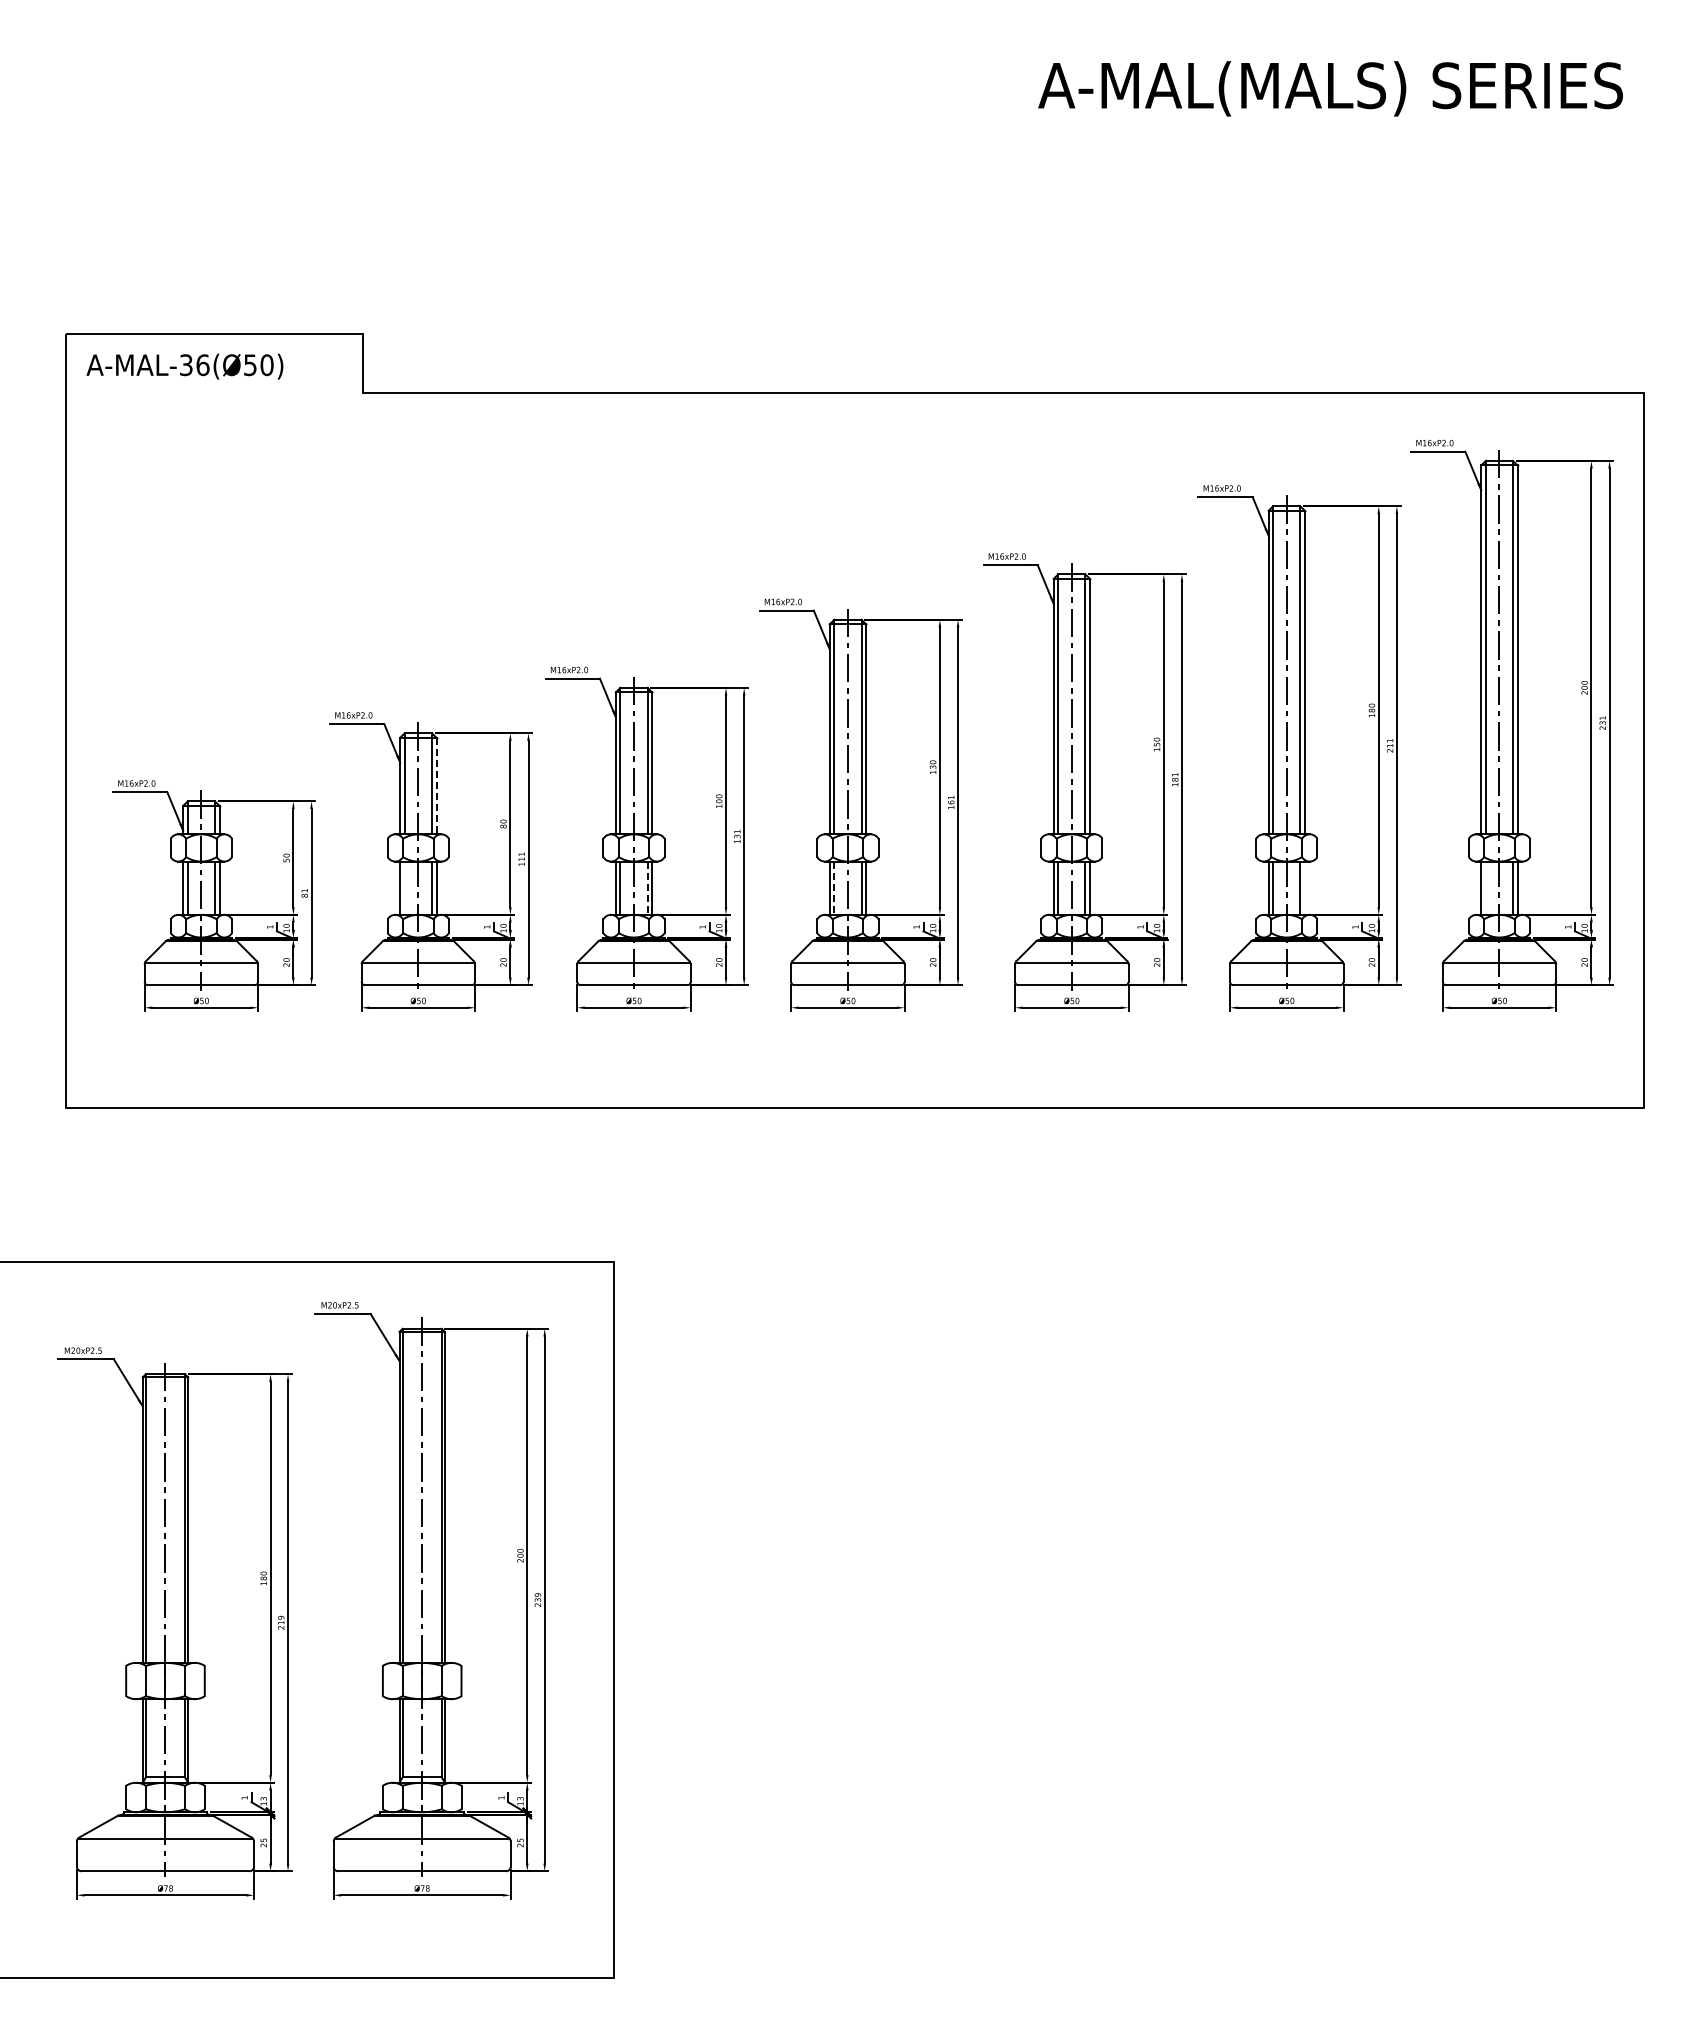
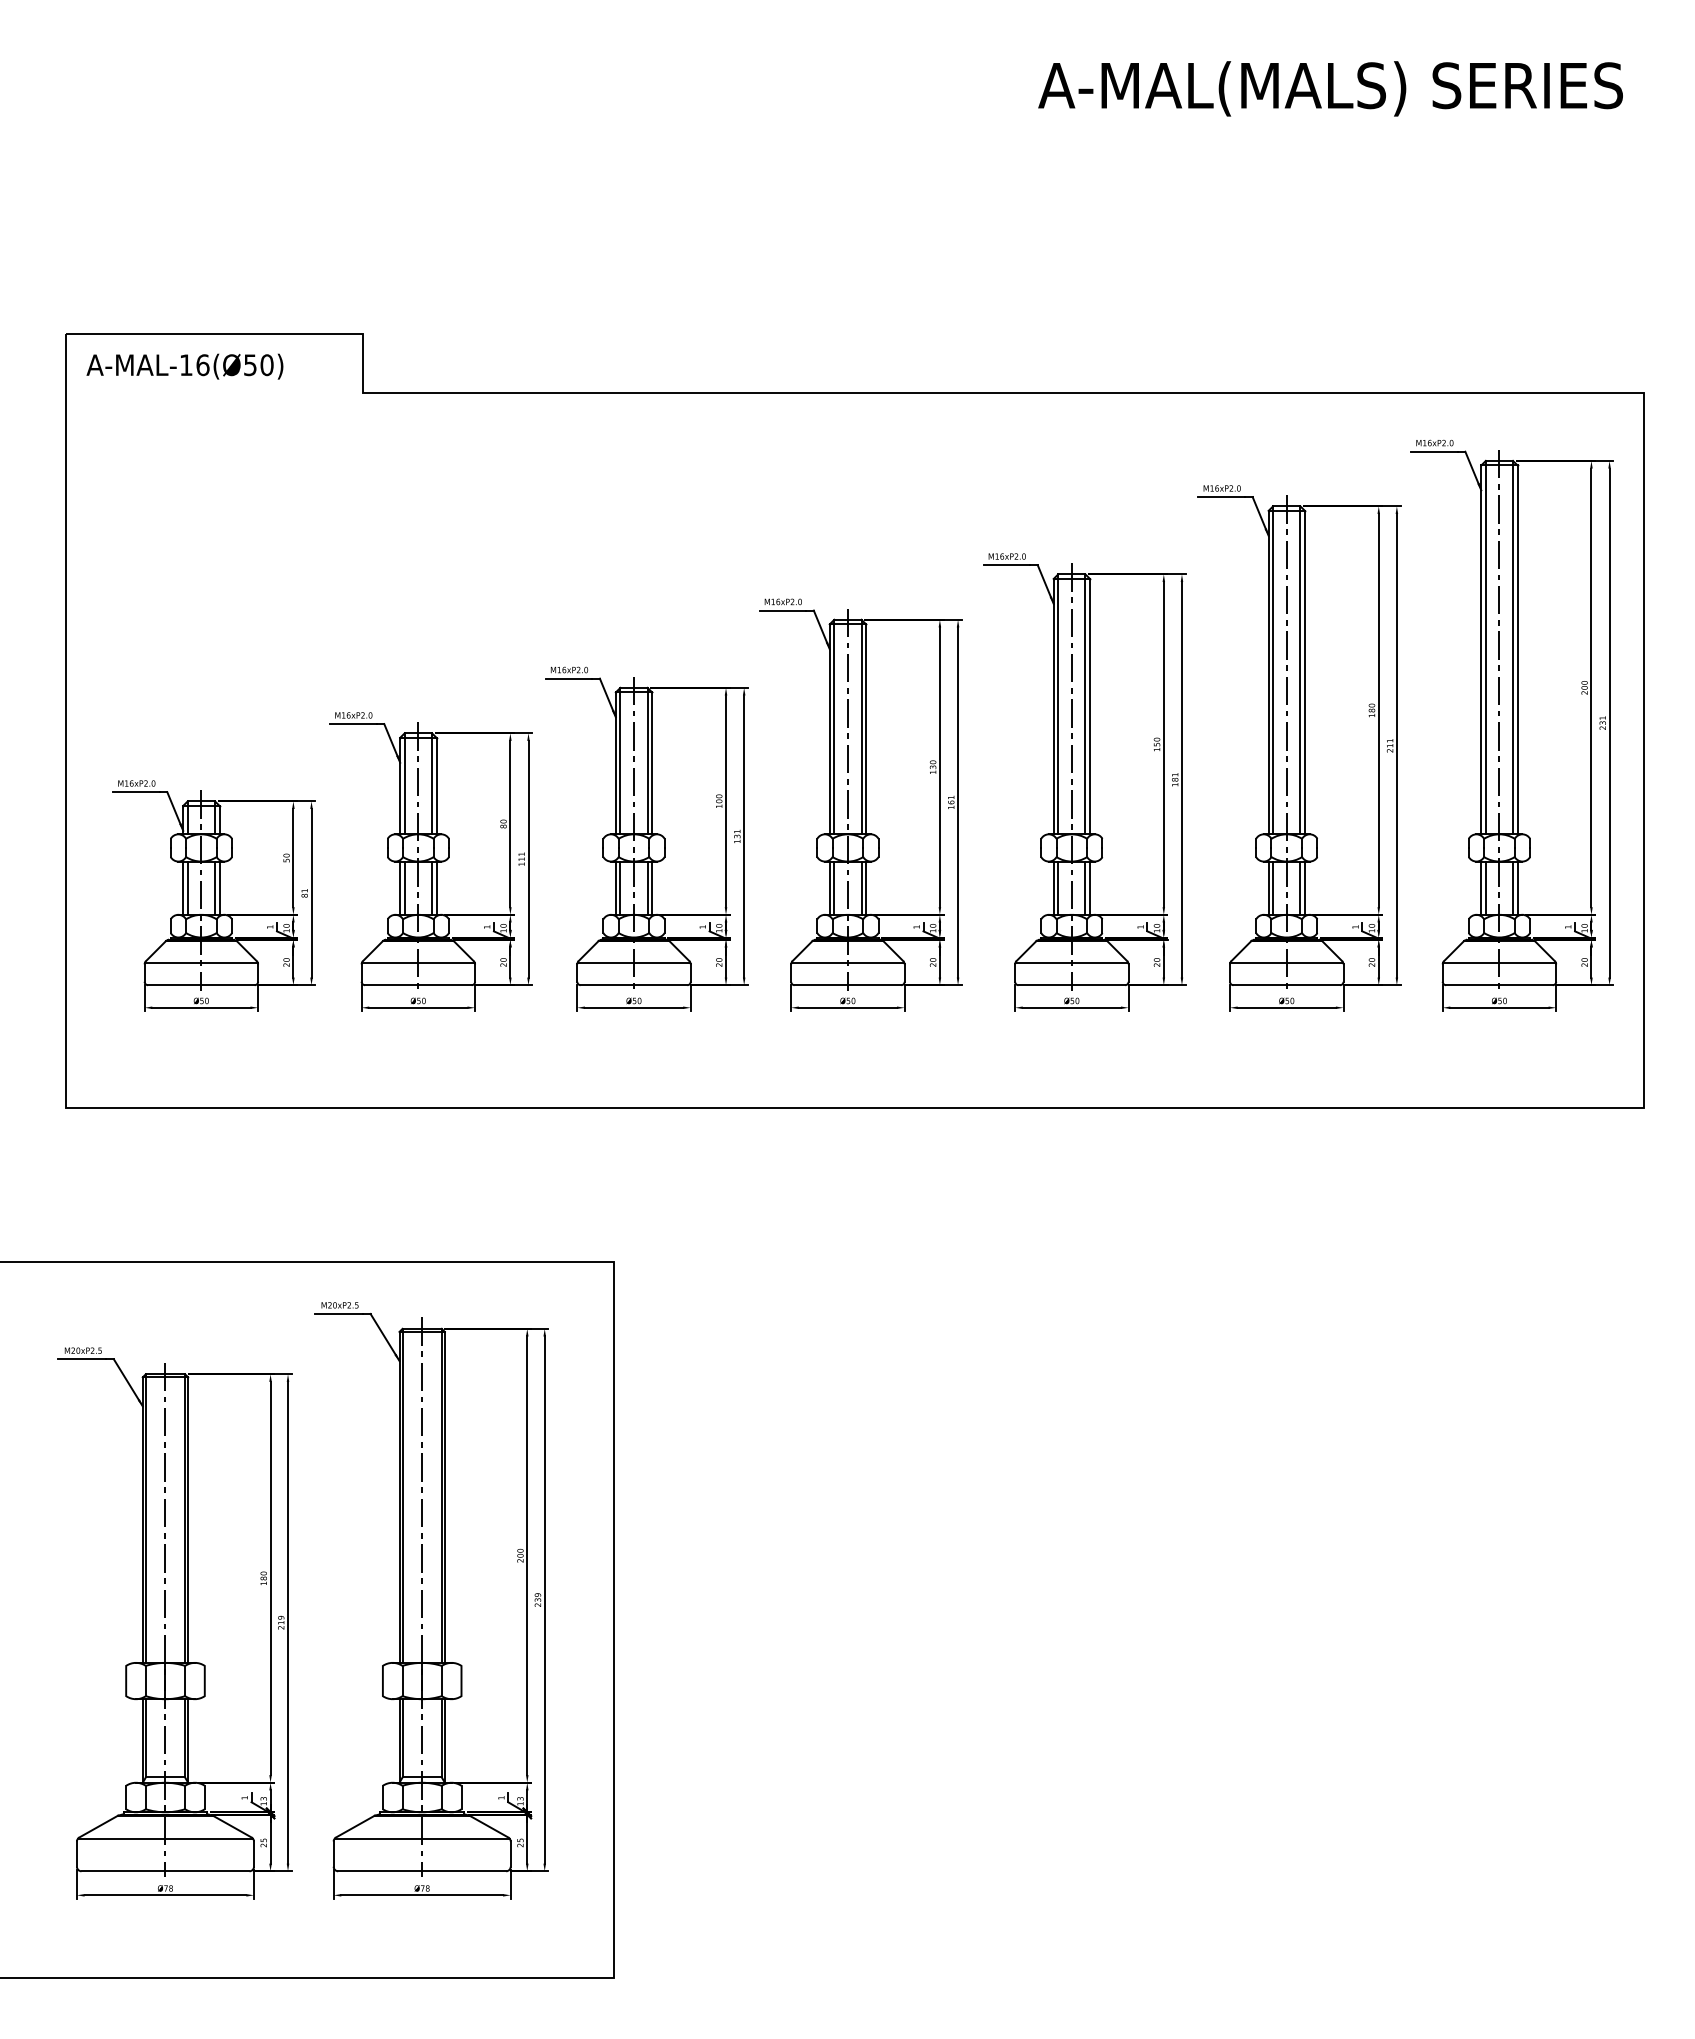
text at (186, 365): A-MAL-36(Ø50) -> A-MAL-16(Ø50)
line at (436, 786): dashed -> solid
line at (404, 887): none -> present
line at (1304, 887): none -> present
line at (1485, 887): none -> present
line at (647, 888): dashed -> solid
line at (834, 888): dashed -> solid
